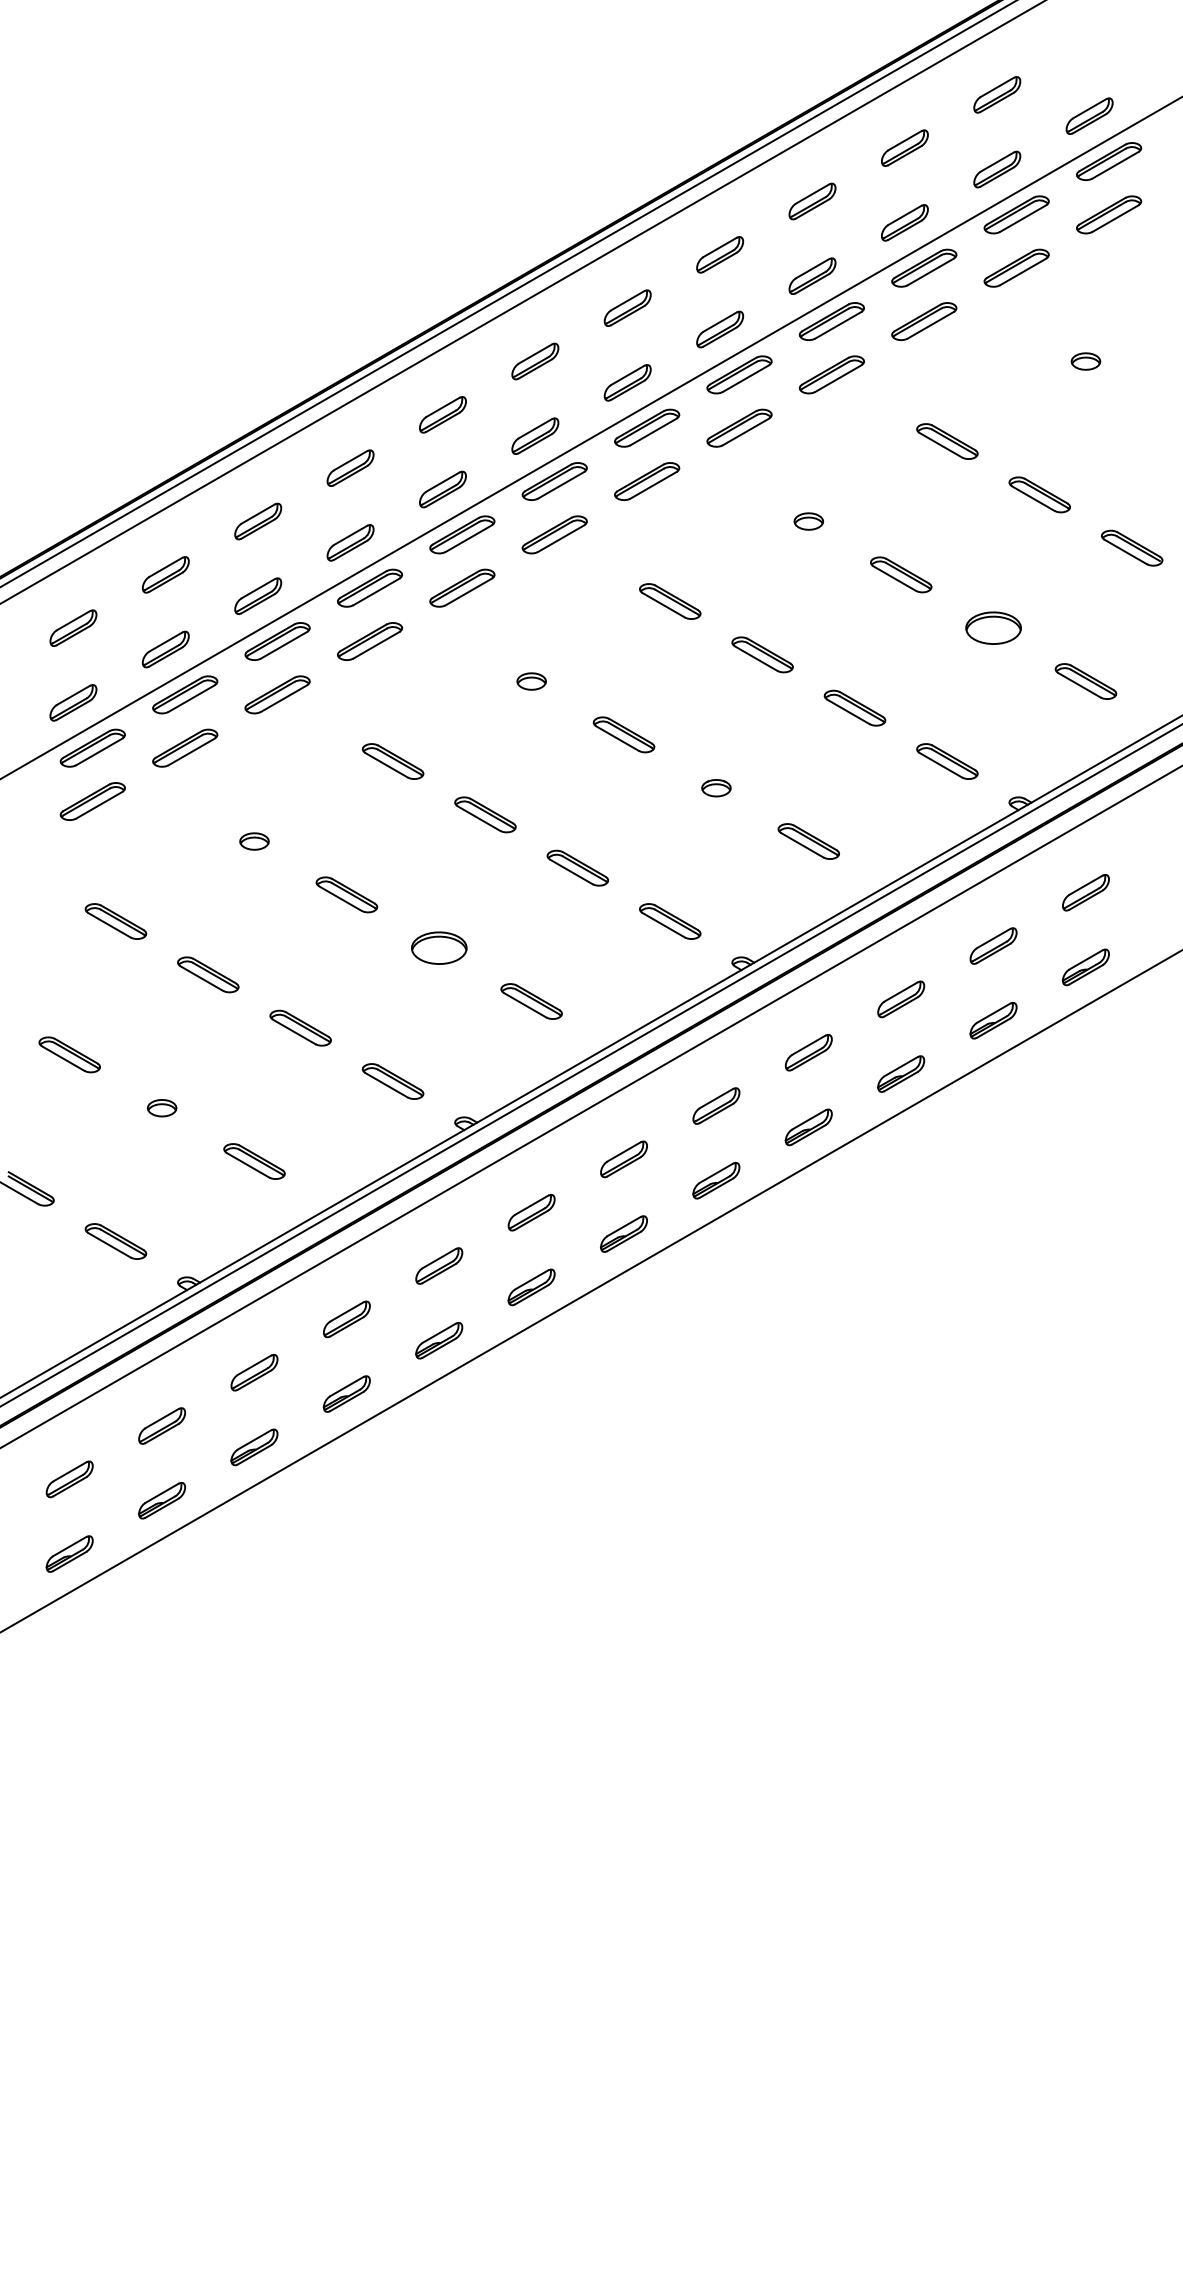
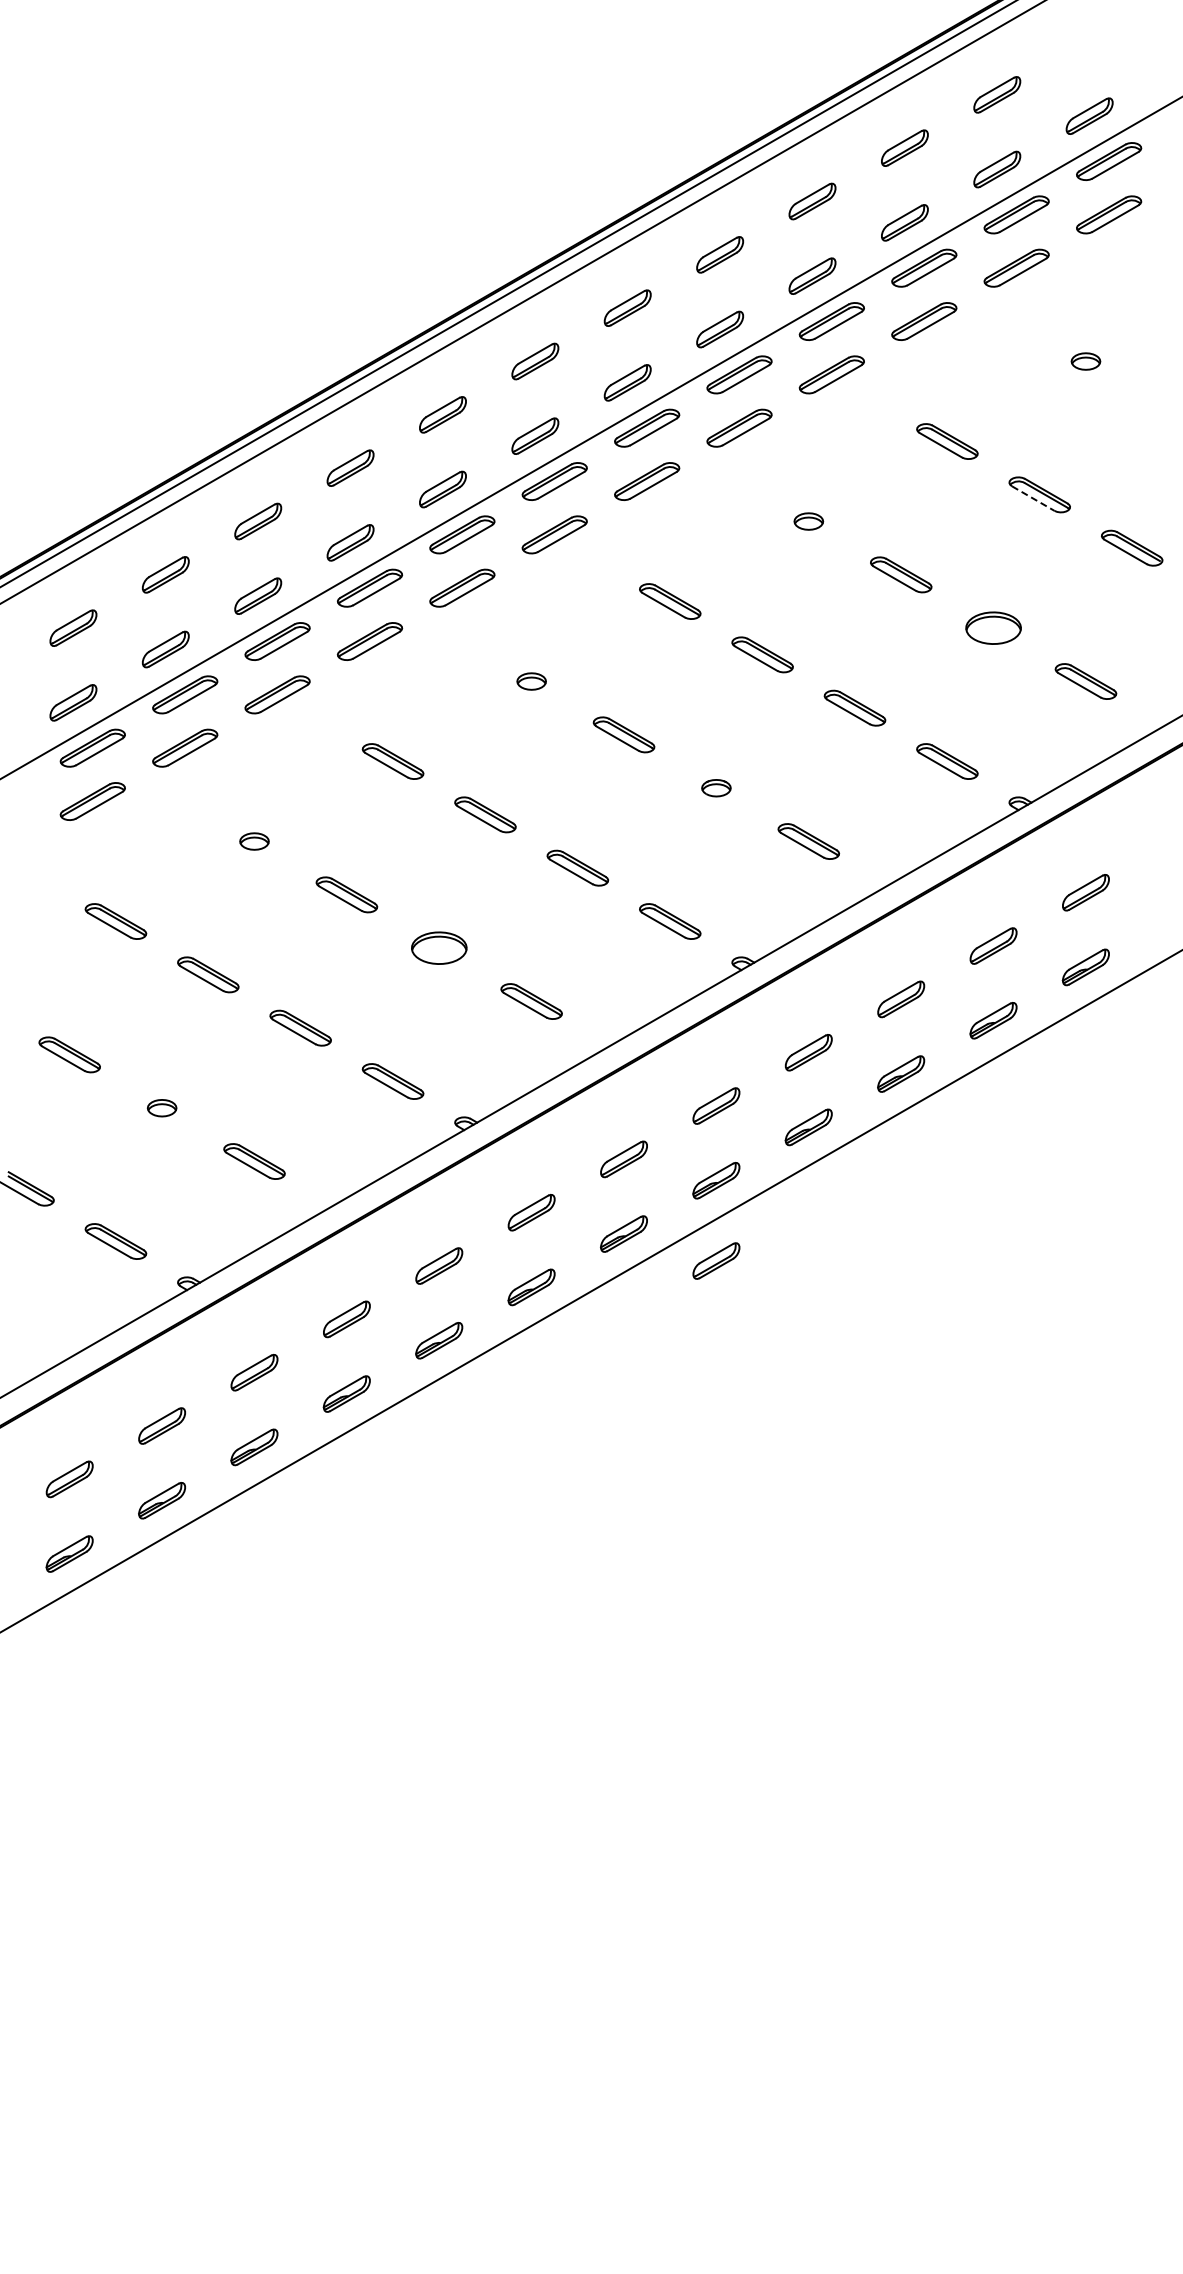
line at (1033, 498): solid -> dashed
line at (590, 1065): present -> none
line at (590, 1106): present -> none
part at (716, 1260): none -> present
